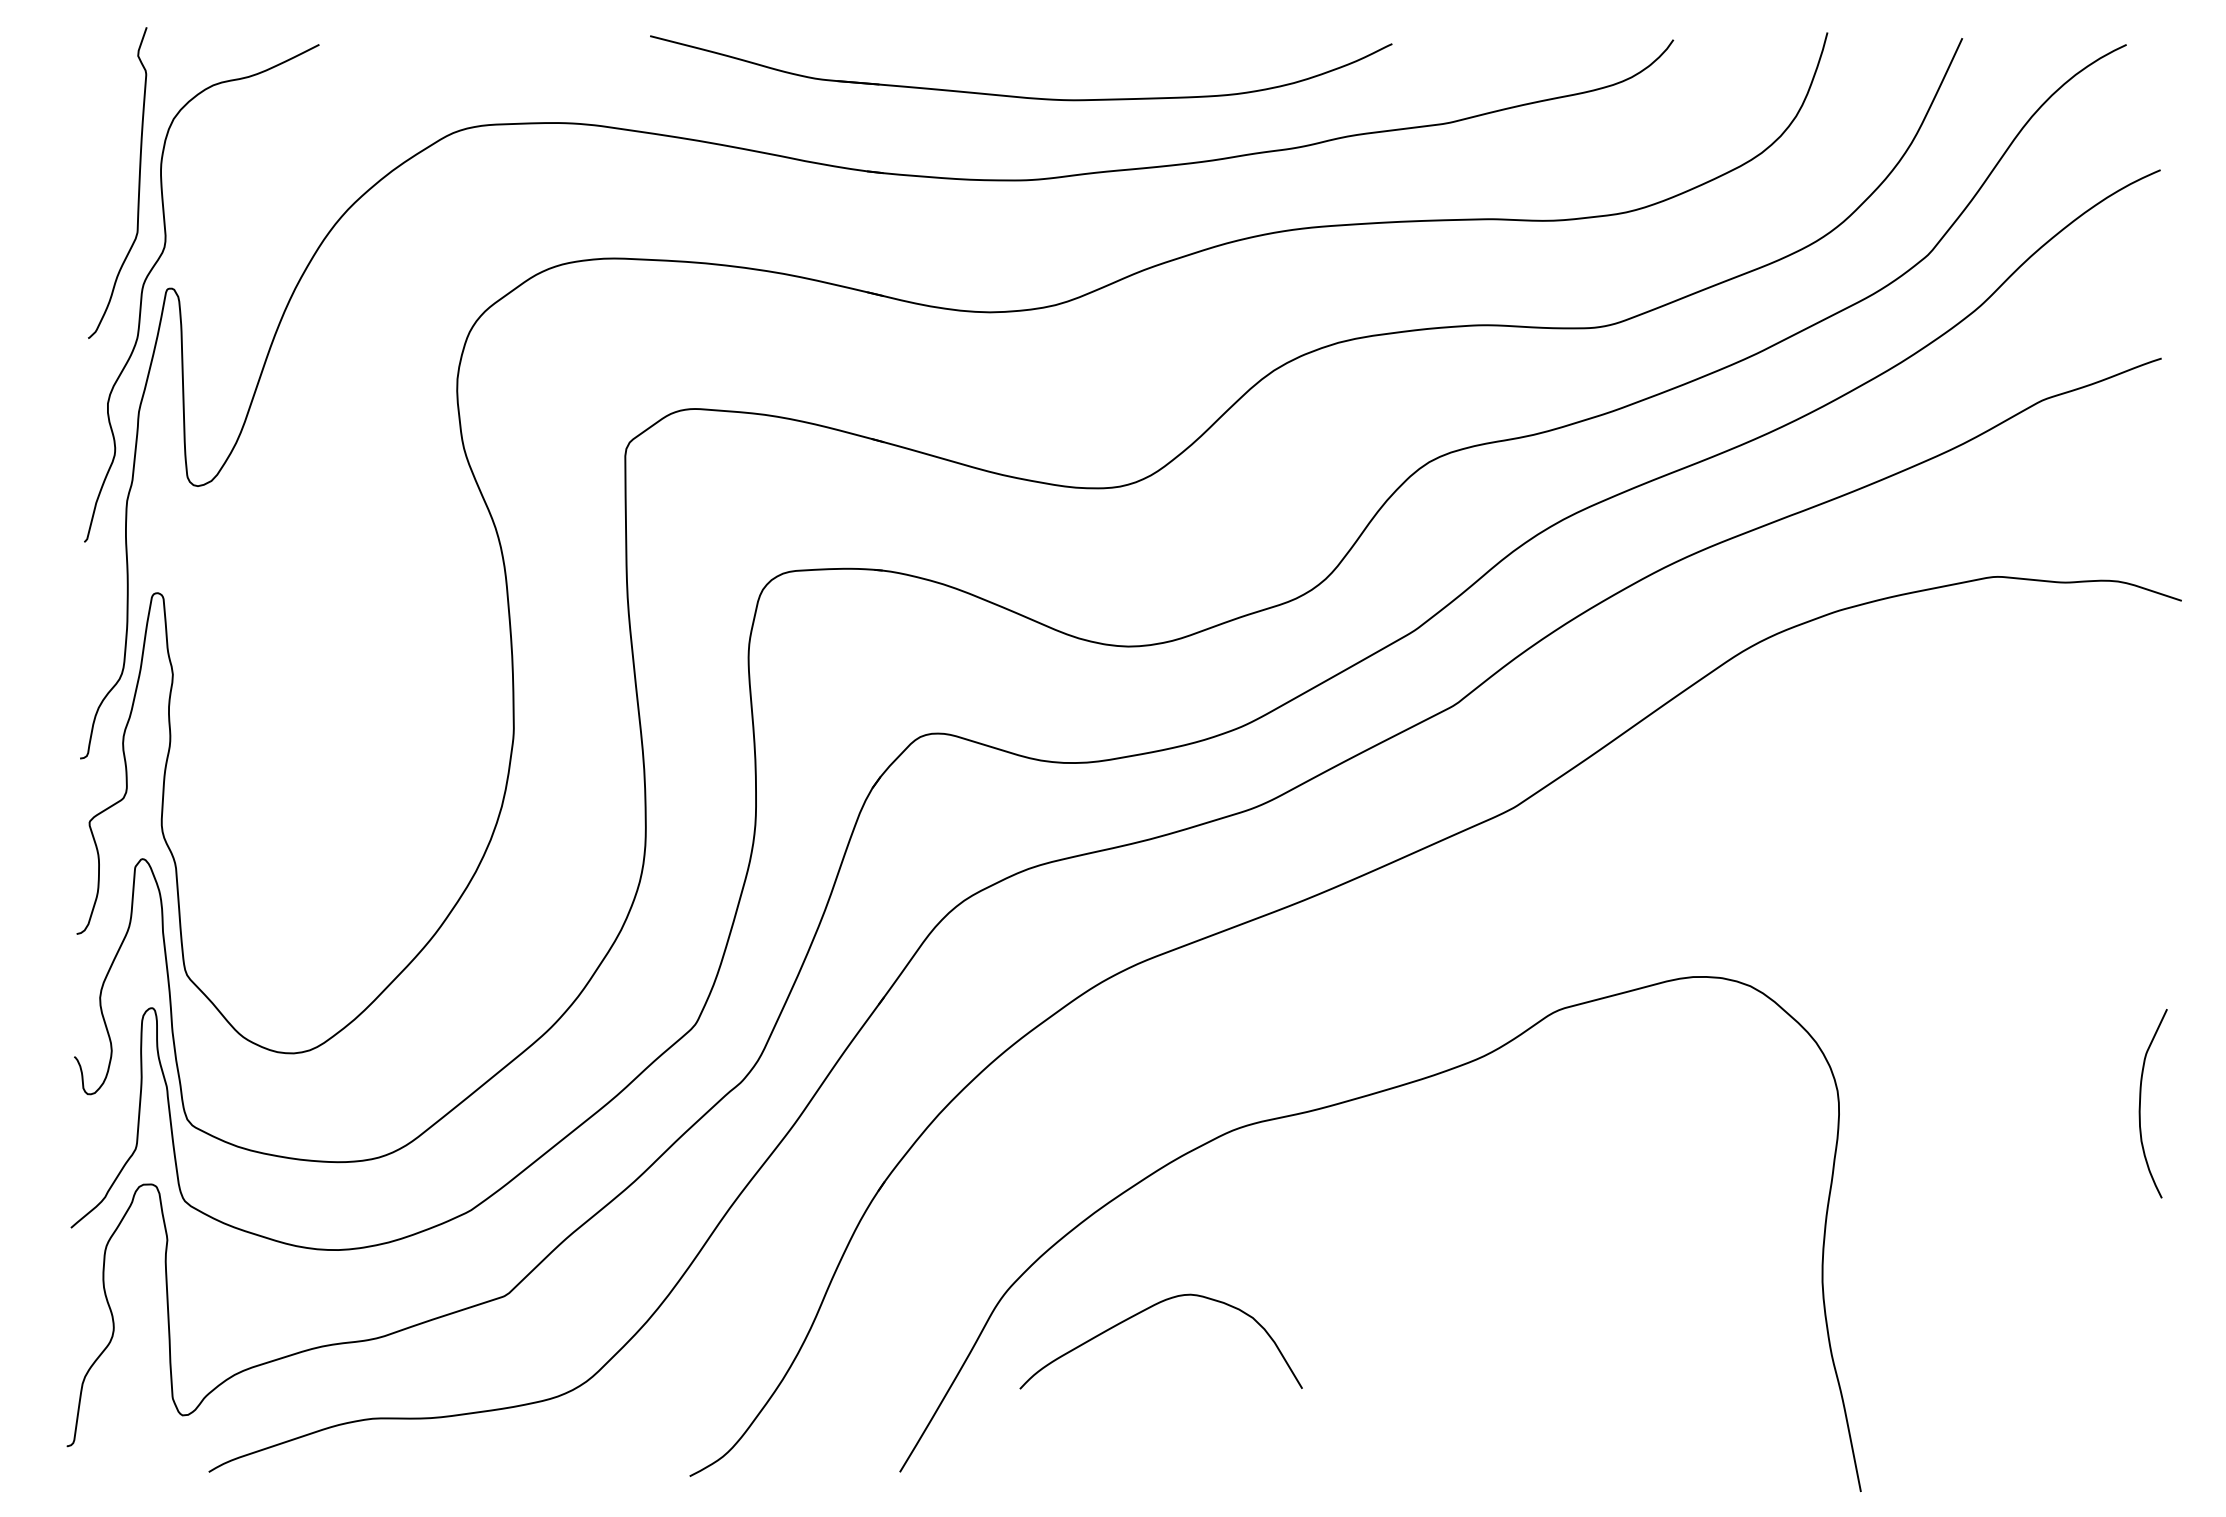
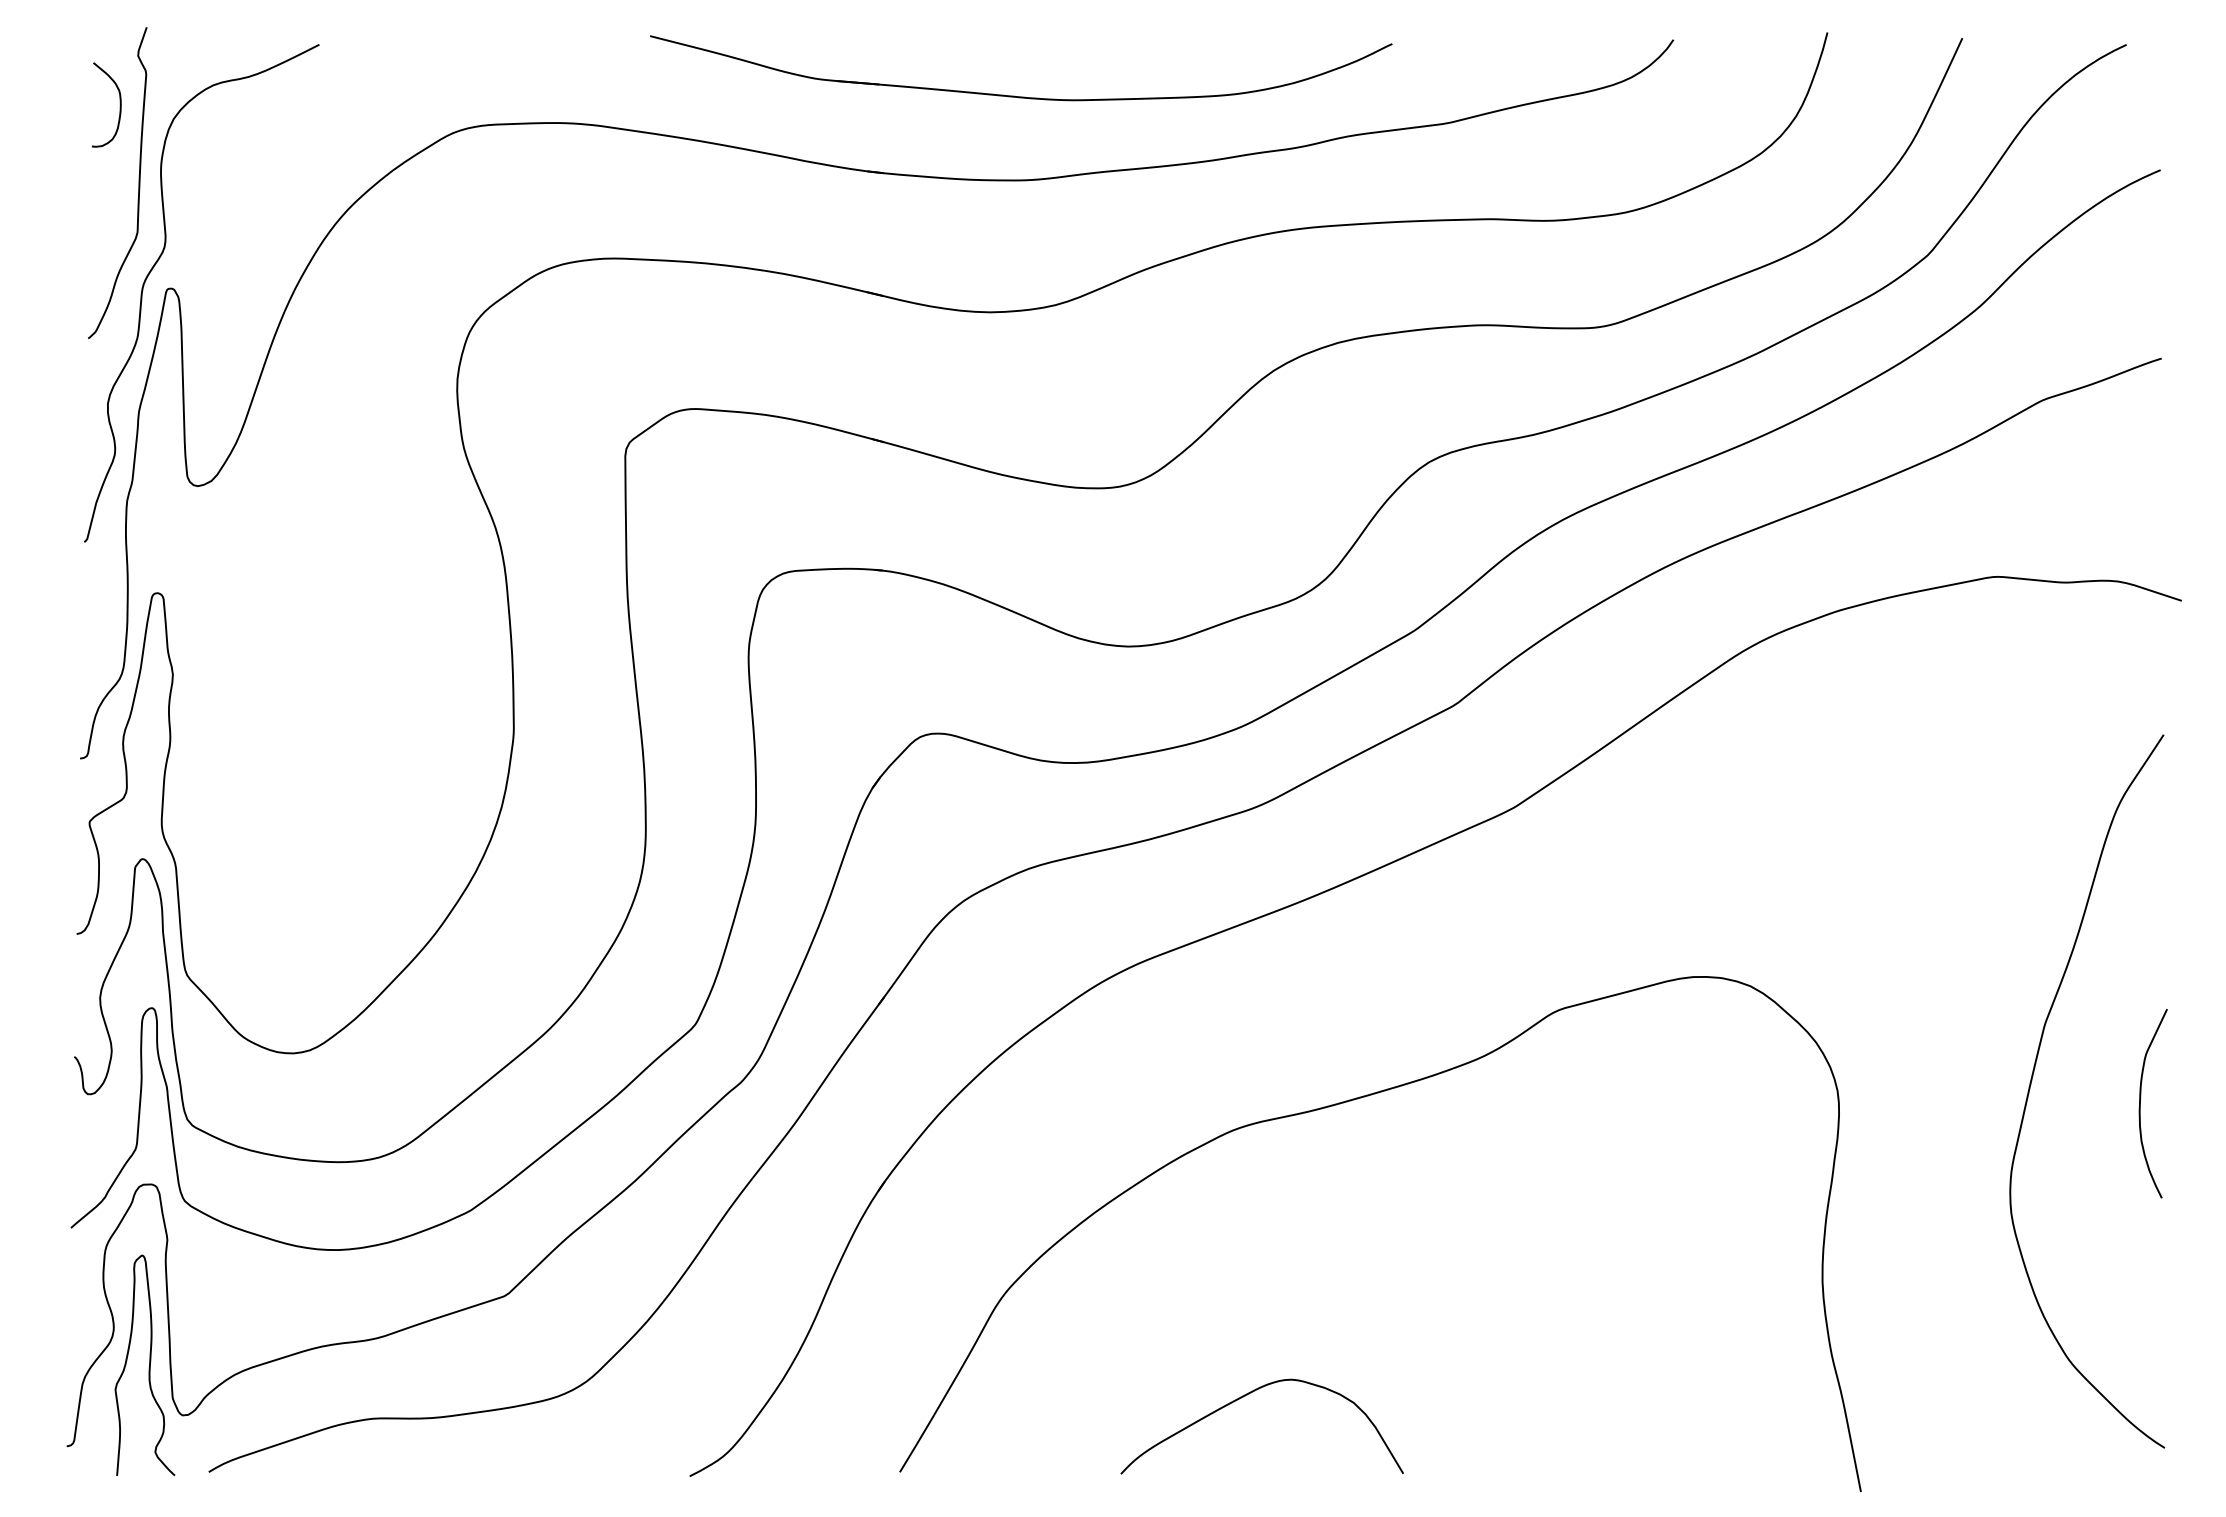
curve at (119, 104): none -> present
curve at (2033, 1076): none -> present
curve at (1144, 1311) position: (1144, 1311) -> (1245, 1396)
curve at (149, 1365): none -> present
